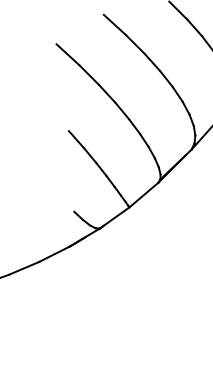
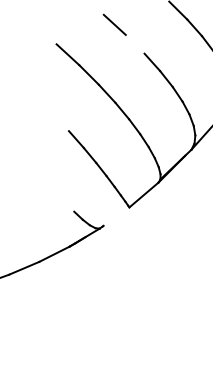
line at (134, 43): present -> none
line at (114, 217): present -> none
